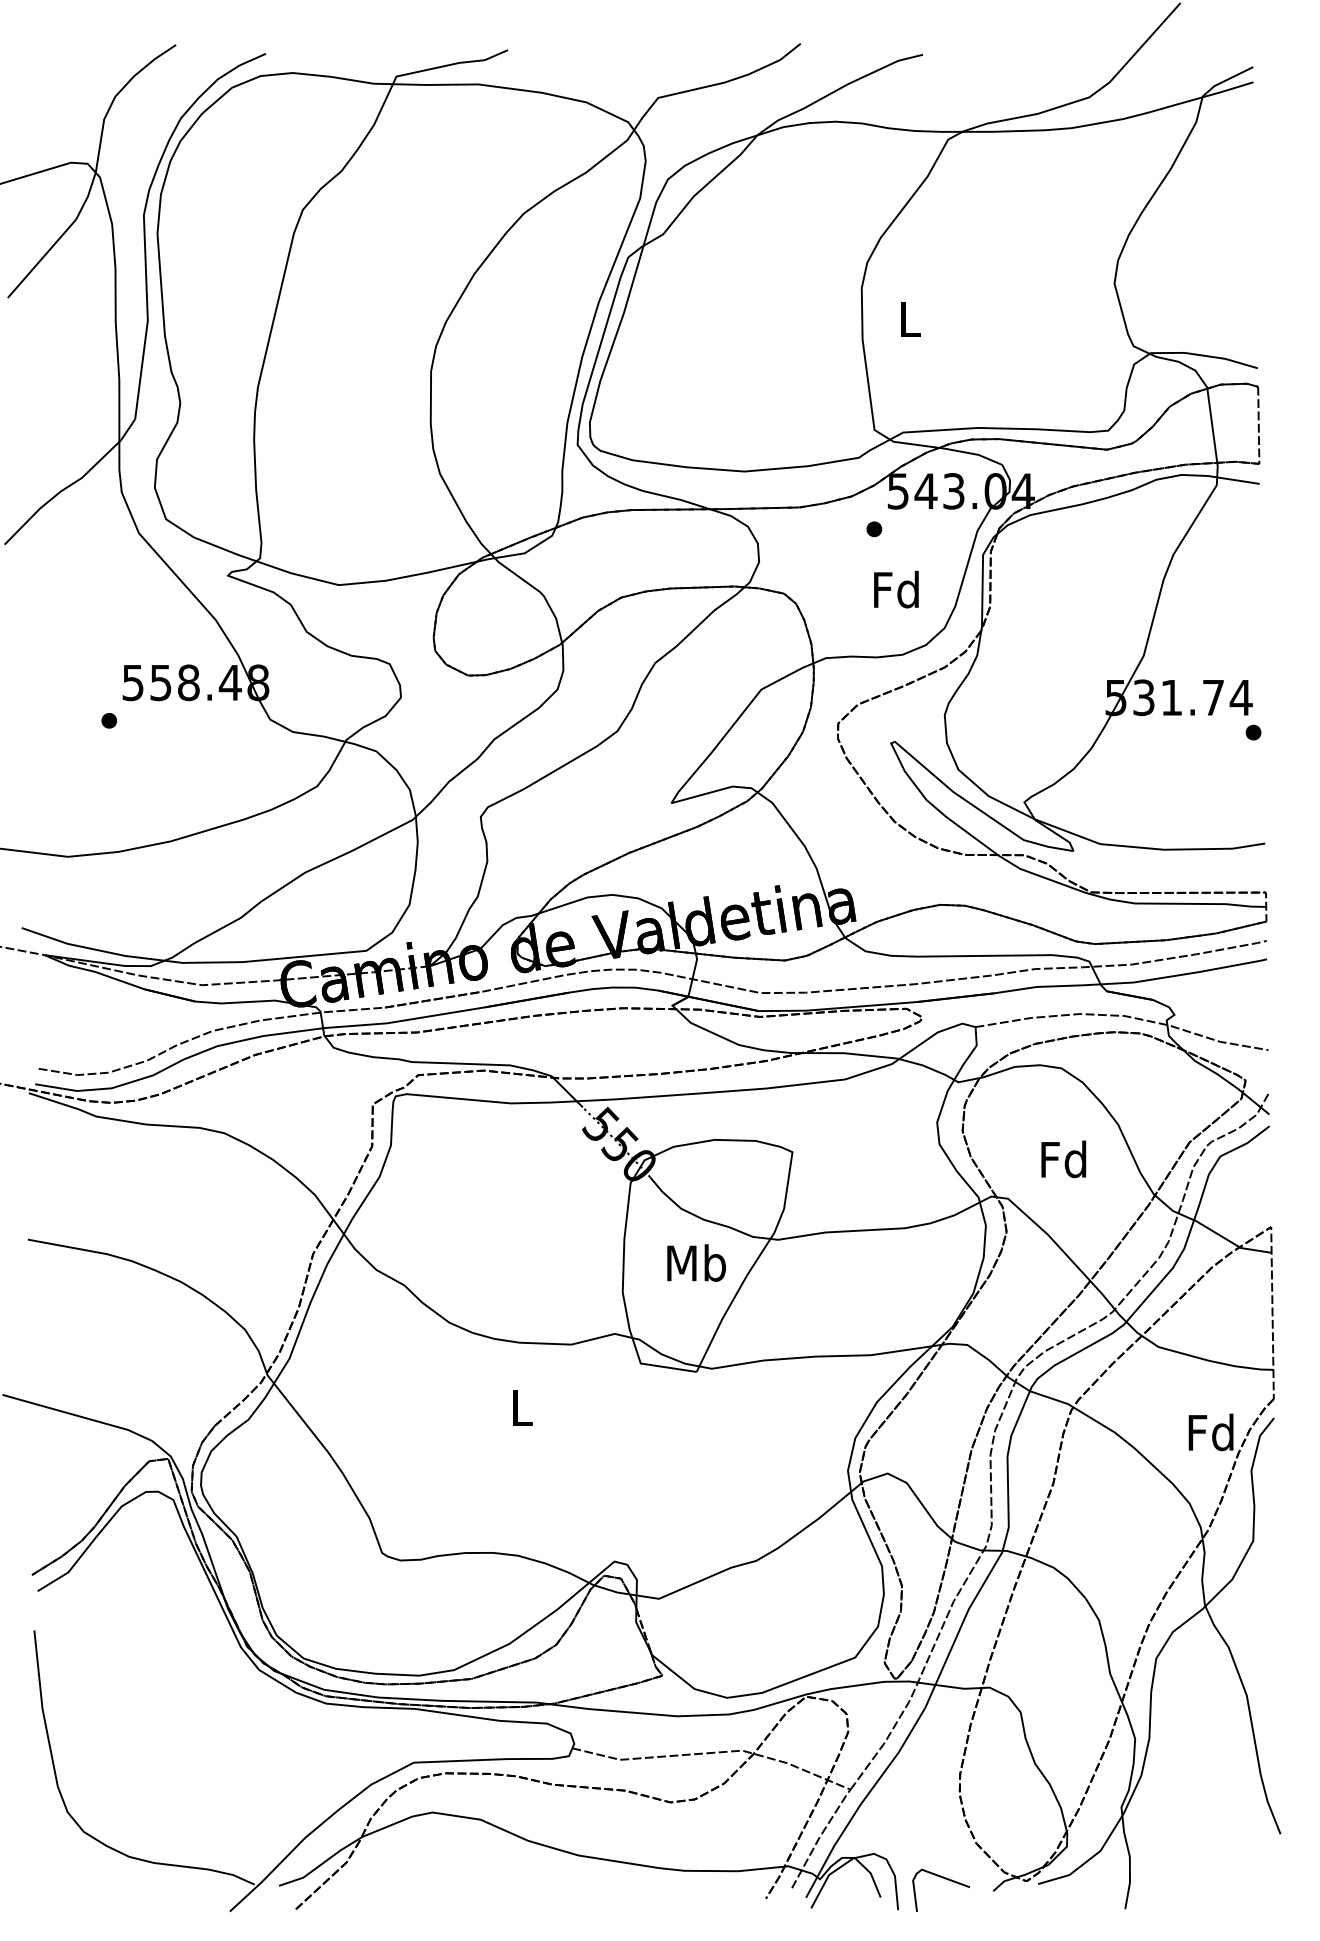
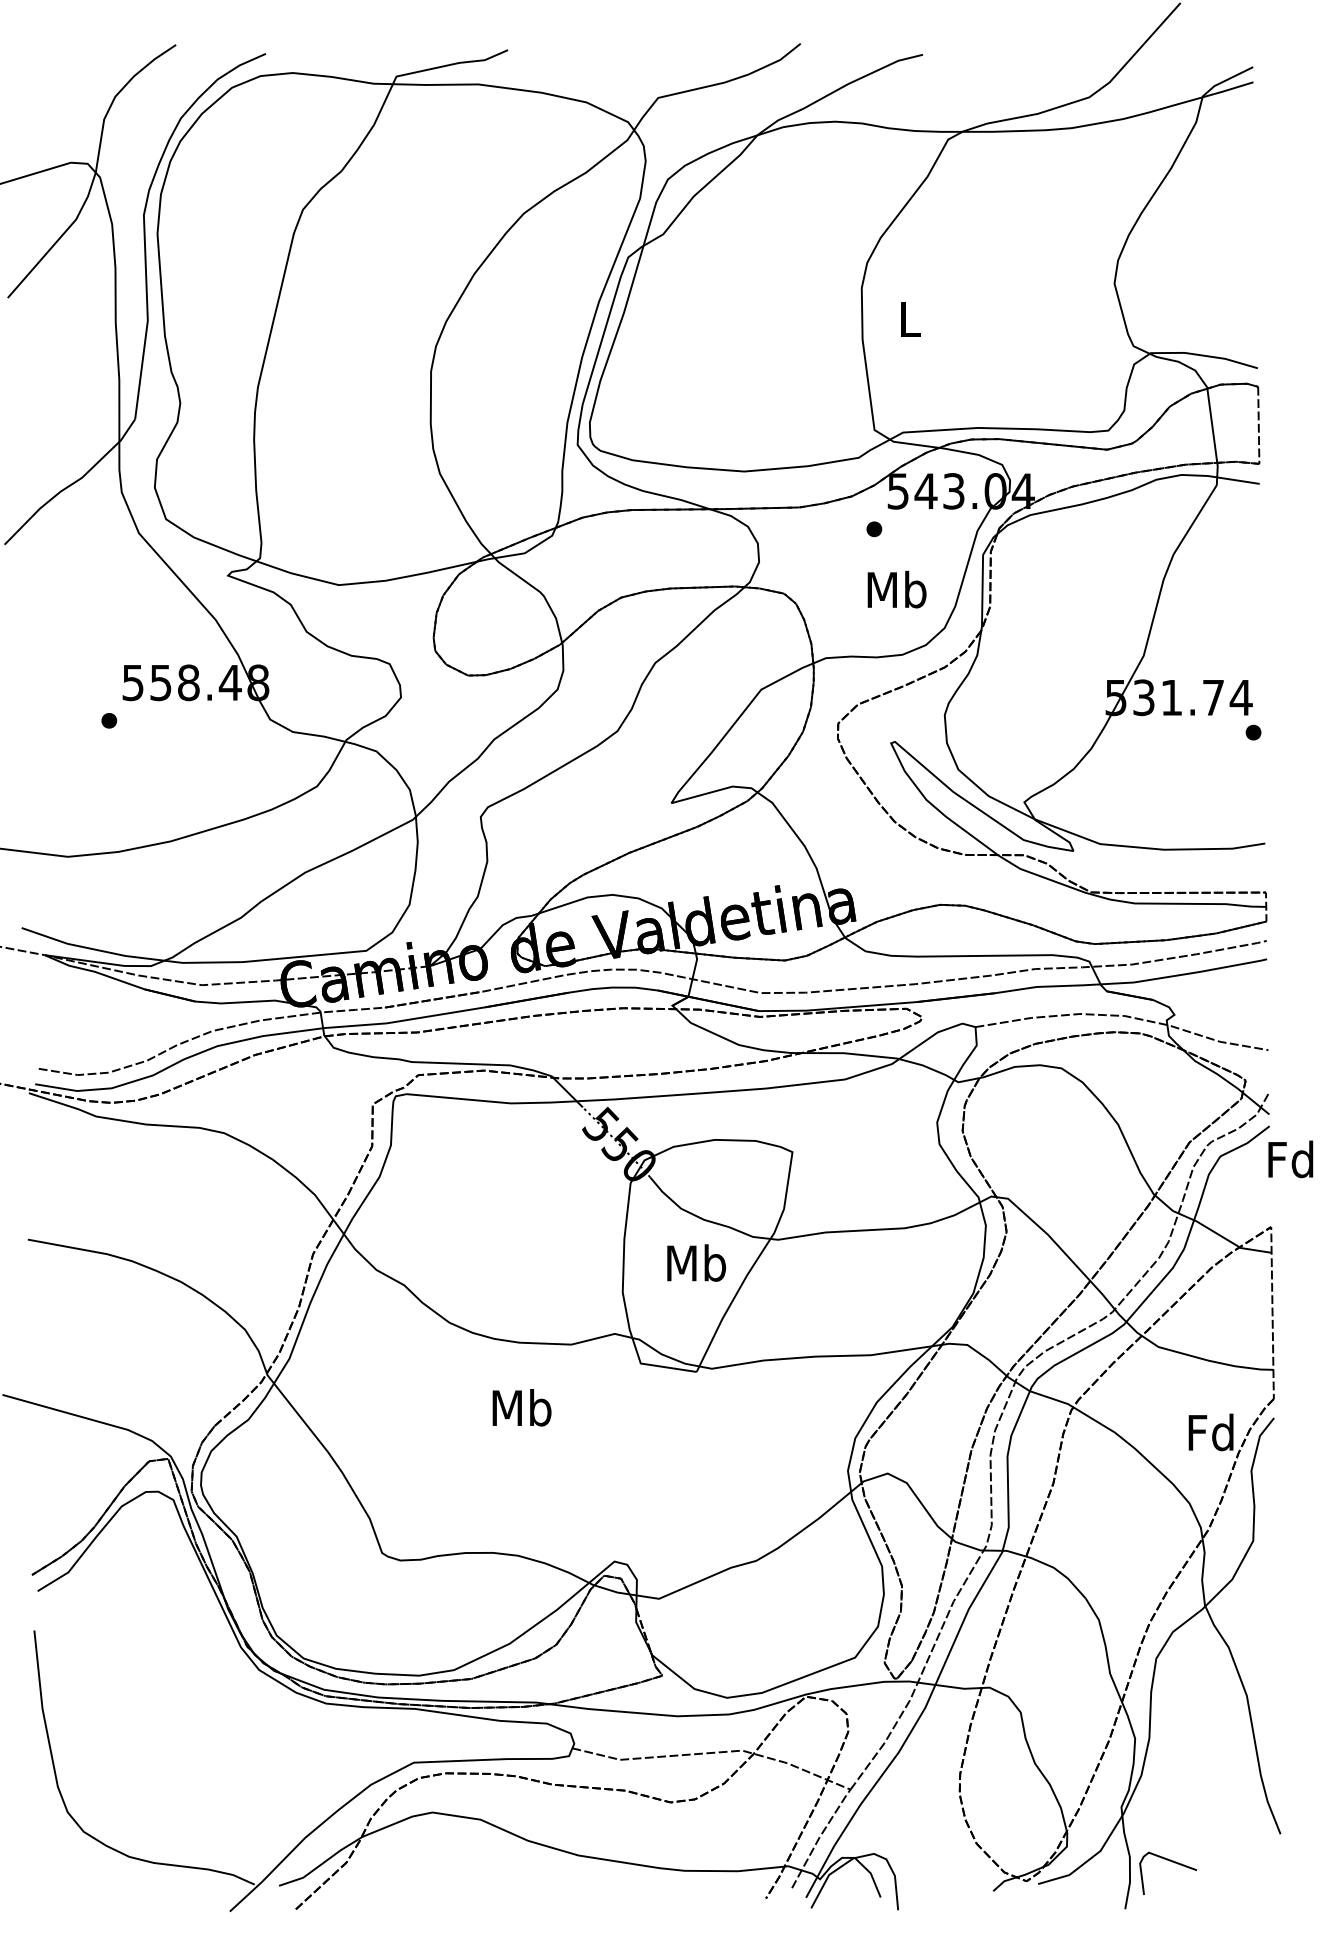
text at (896, 589): Fd -> Mb
text at (1063, 1159) position: (1063, 1159) -> (1290, 1159)
text at (521, 1407): L -> Mb
line at (945, 1879) position: (945, 1879) -> (1172, 1862)
